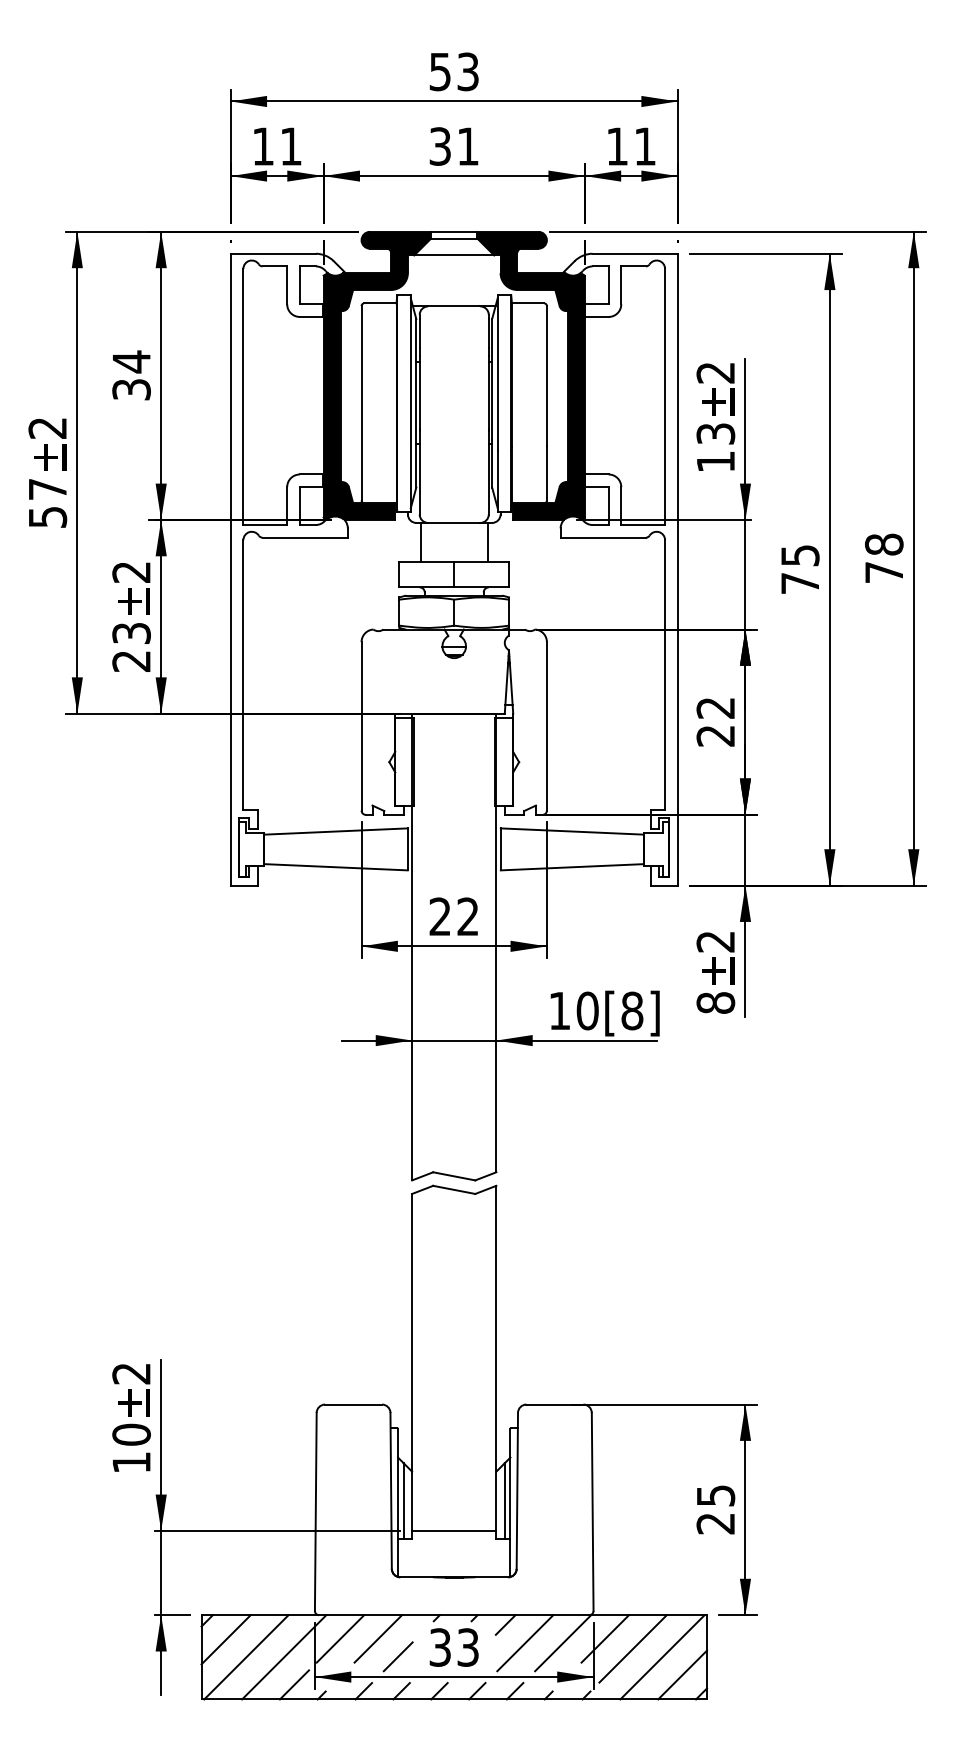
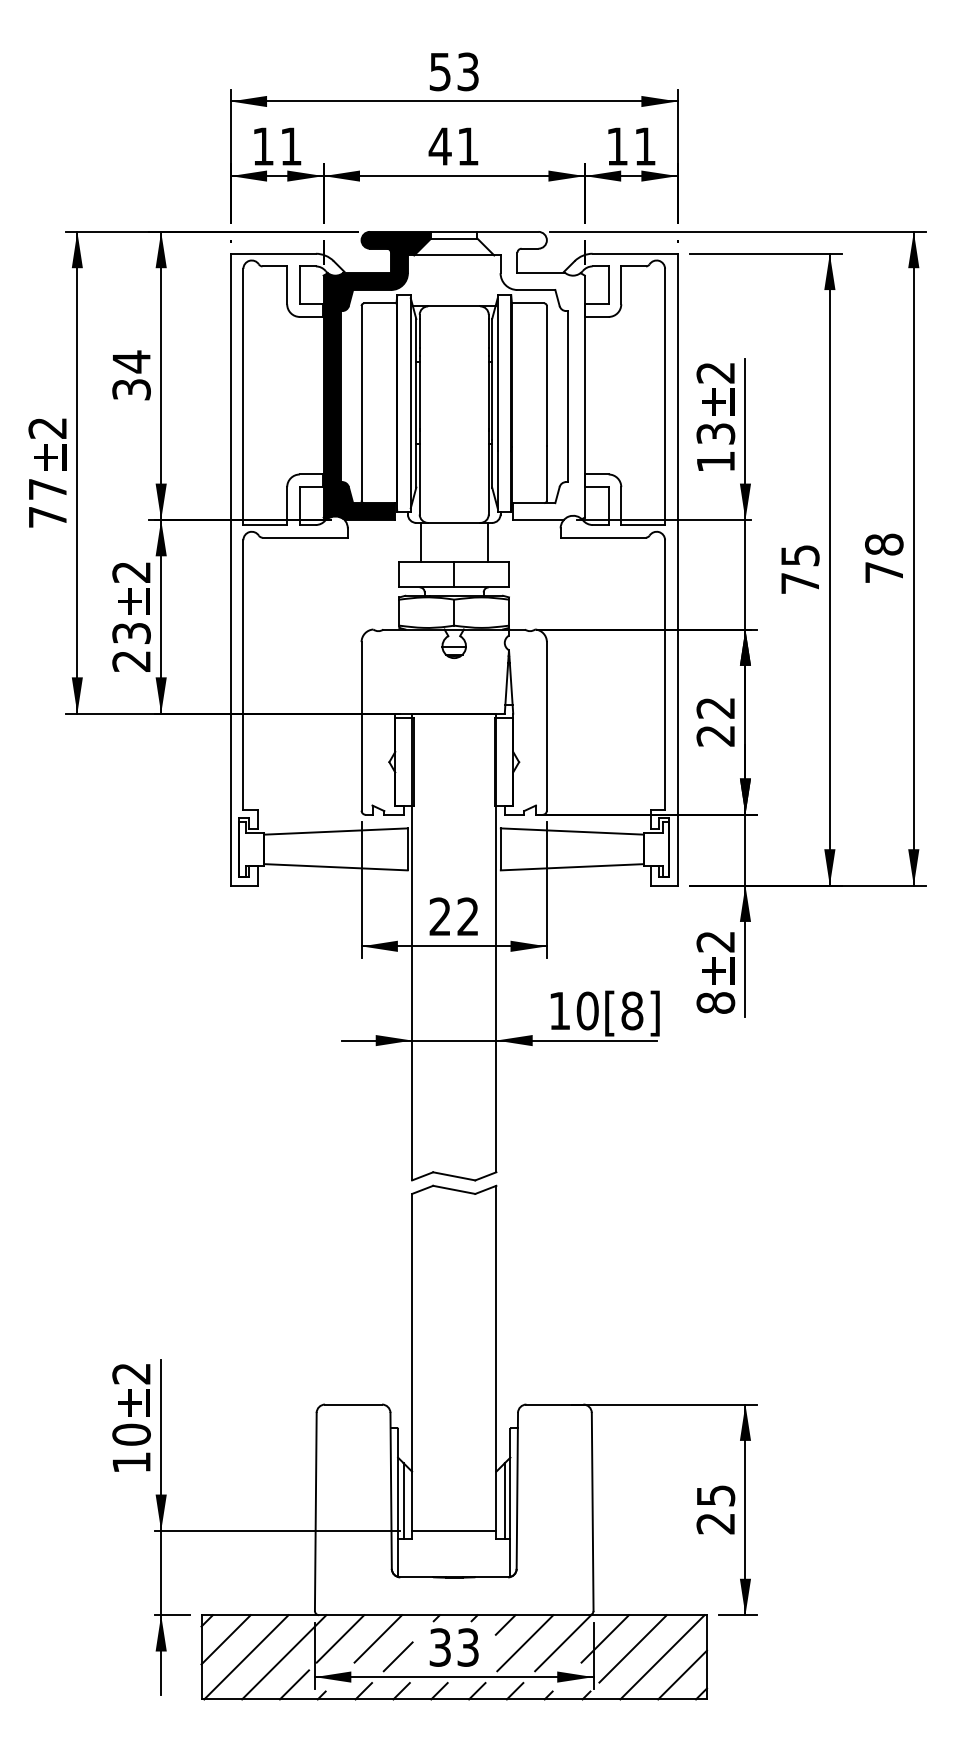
text at (439, 146): 31 -> 41
fill at (530, 375): present -> none
text at (48, 517): 57 -> 77
